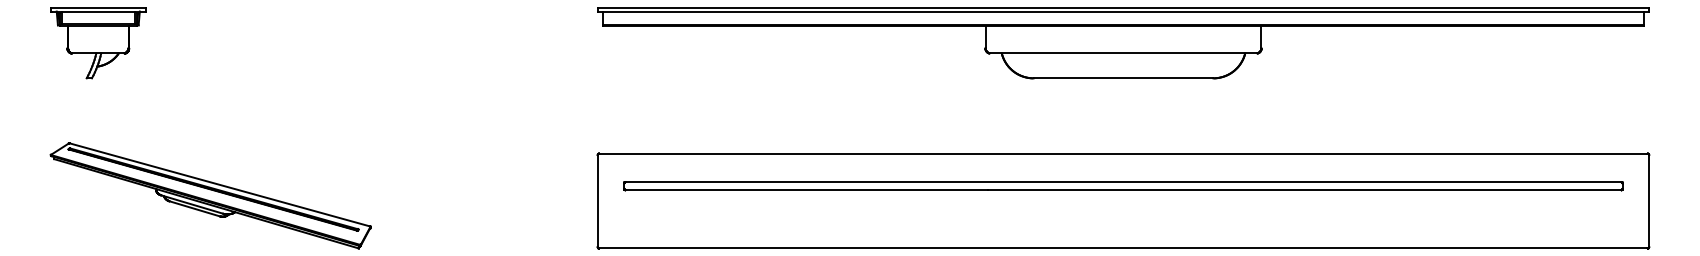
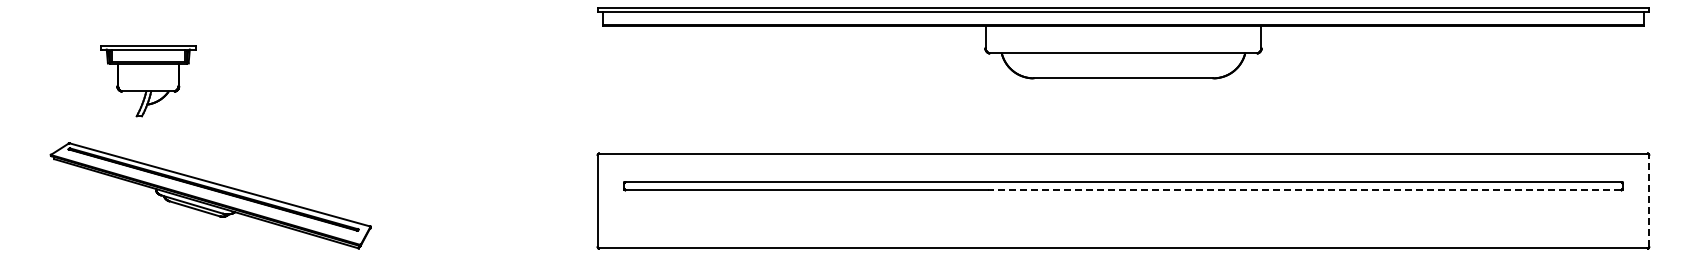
part at (98, 43) position: (98, 43) -> (148, 81)
line at (1304, 190): solid -> dashed
line at (1649, 201): solid -> dashed
